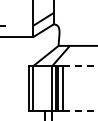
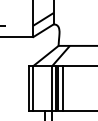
line at (80, 66): dashed -> solid
line at (80, 111): dashed -> solid
